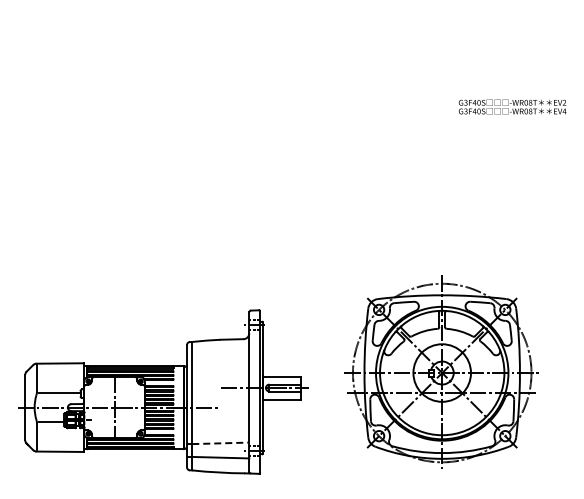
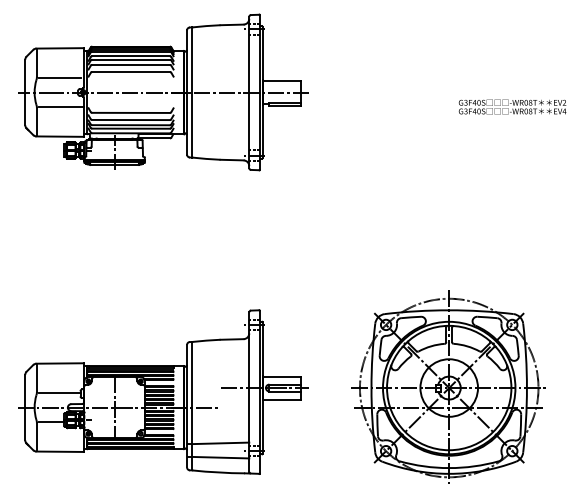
part at (163, 92): none -> present
part at (441, 371) position: (441, 371) -> (448, 386)
line at (220, 443): dashed -> solid
